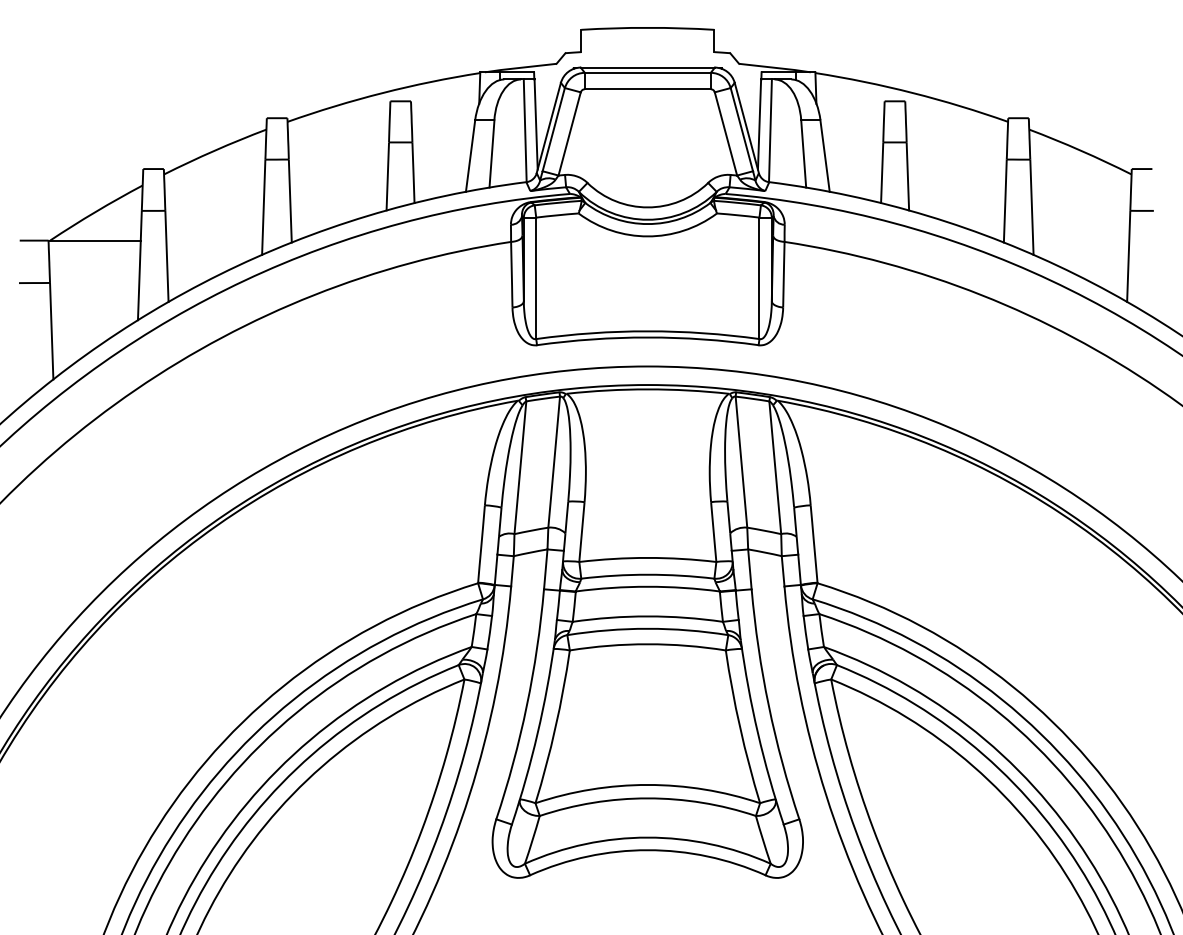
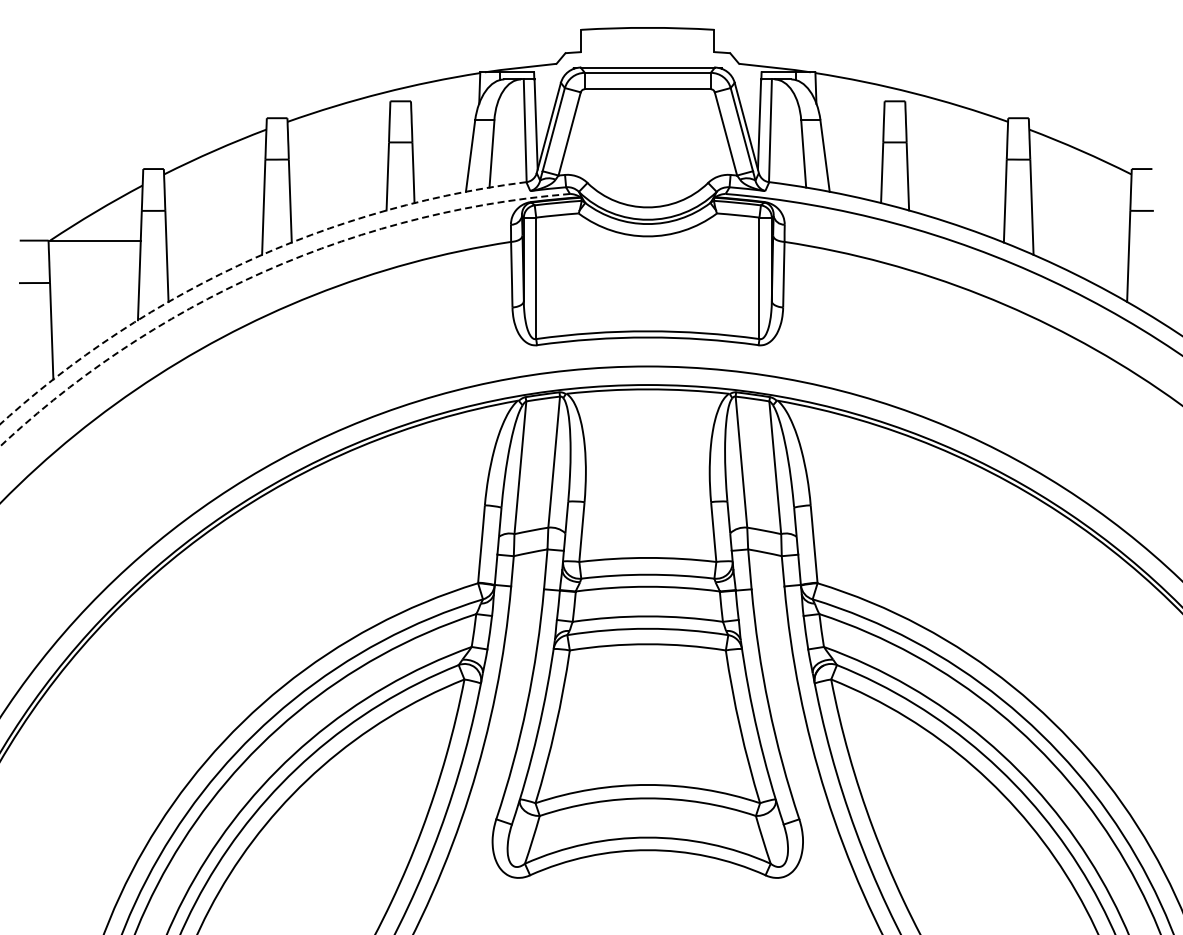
arc at (245, 262): solid -> dashed
arc at (263, 271): solid -> dashed
